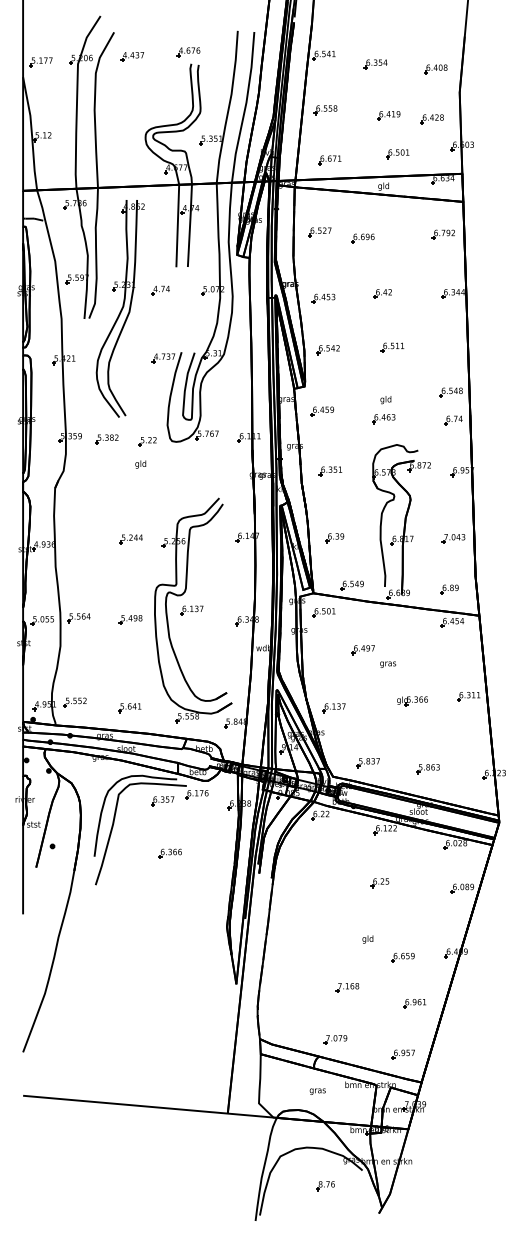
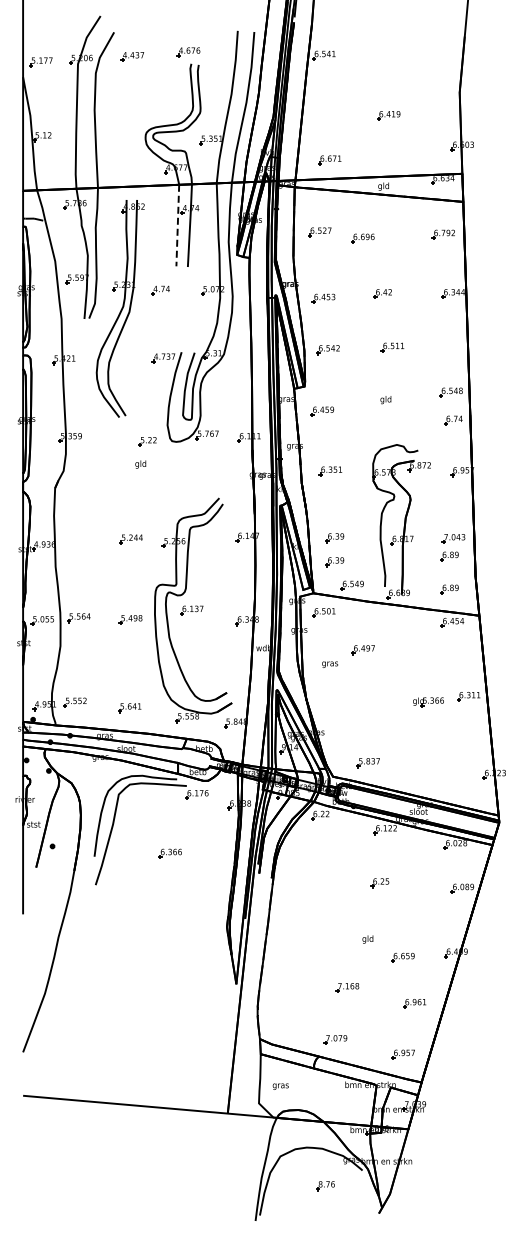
part at (375, 64): present -> none
part at (435, 69): present -> none
part at (325, 110): present -> none
part at (431, 119): present -> none
part at (397, 154): present -> none
line at (177, 225): solid -> dashed
part at (383, 419): present -> none
part at (106, 439): present -> none
part at (449, 556): none -> present
part at (334, 562): none -> present
text at (388, 664) position: (388, 664) -> (330, 664)
part at (412, 701) position: (412, 701) -> (428, 702)
part at (333, 708): present -> none
part at (427, 769): present -> none
part at (162, 801): present -> none
text at (317, 1091) position: (317, 1091) -> (280, 1086)
